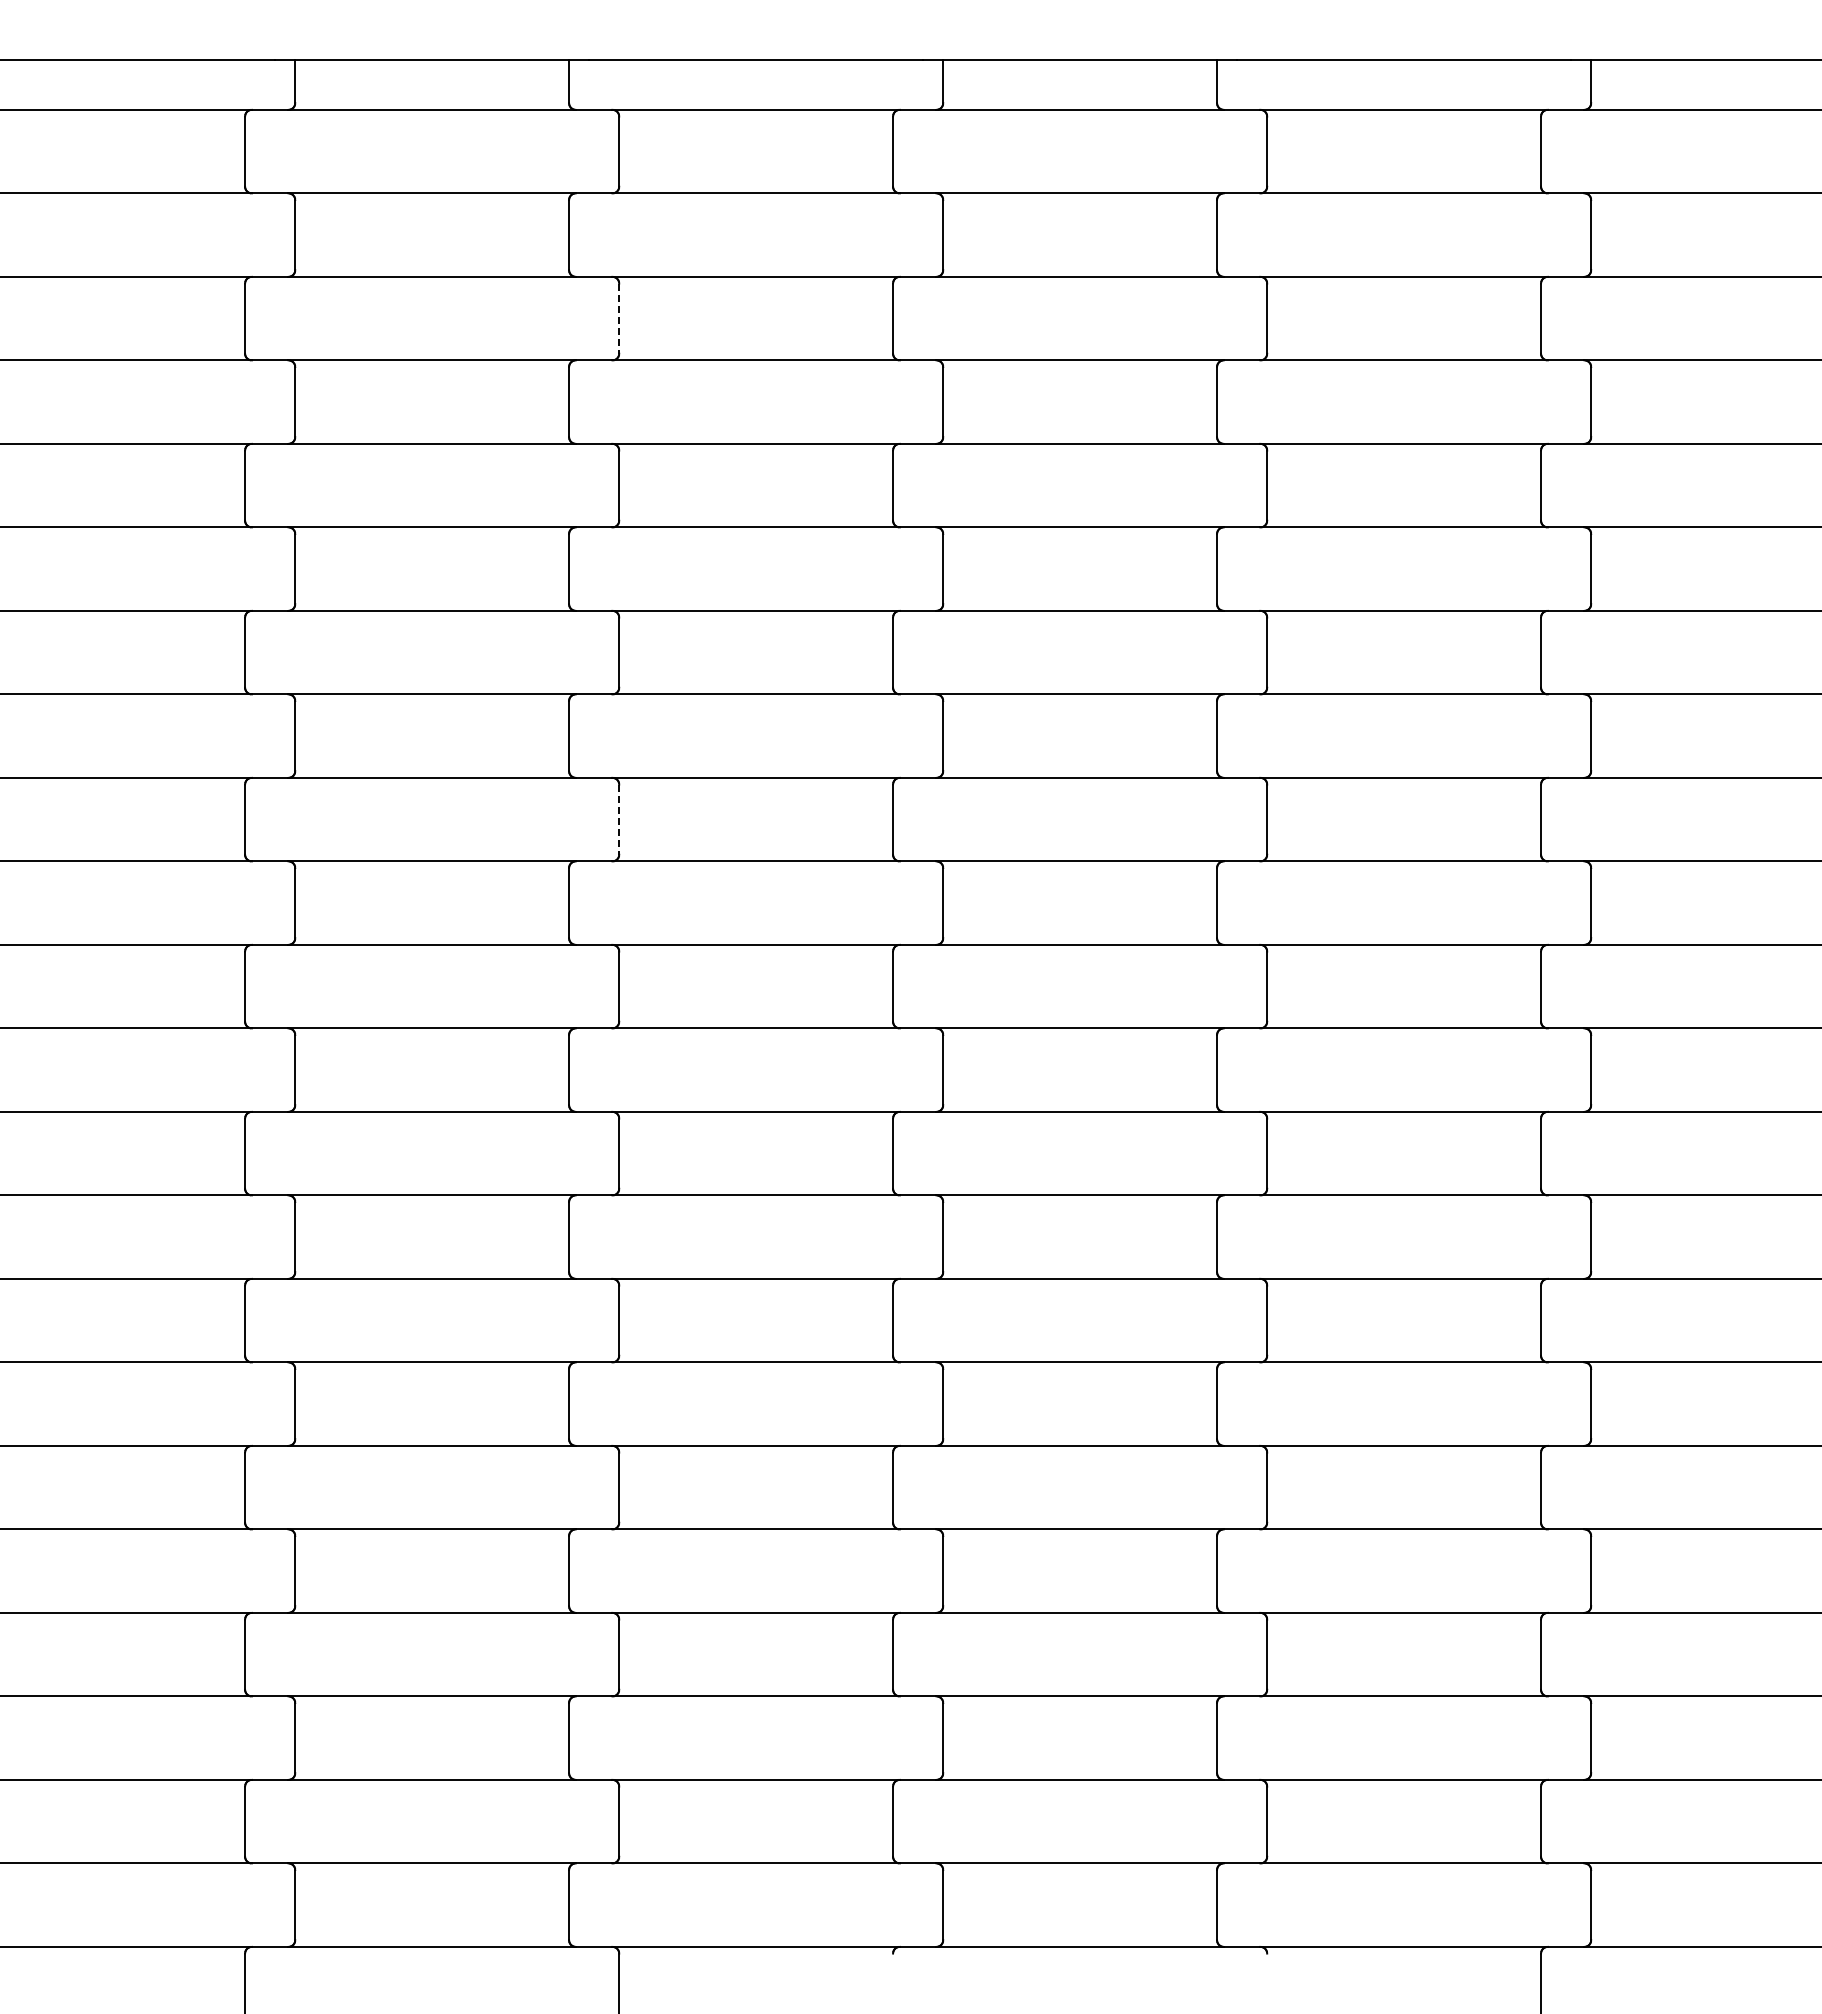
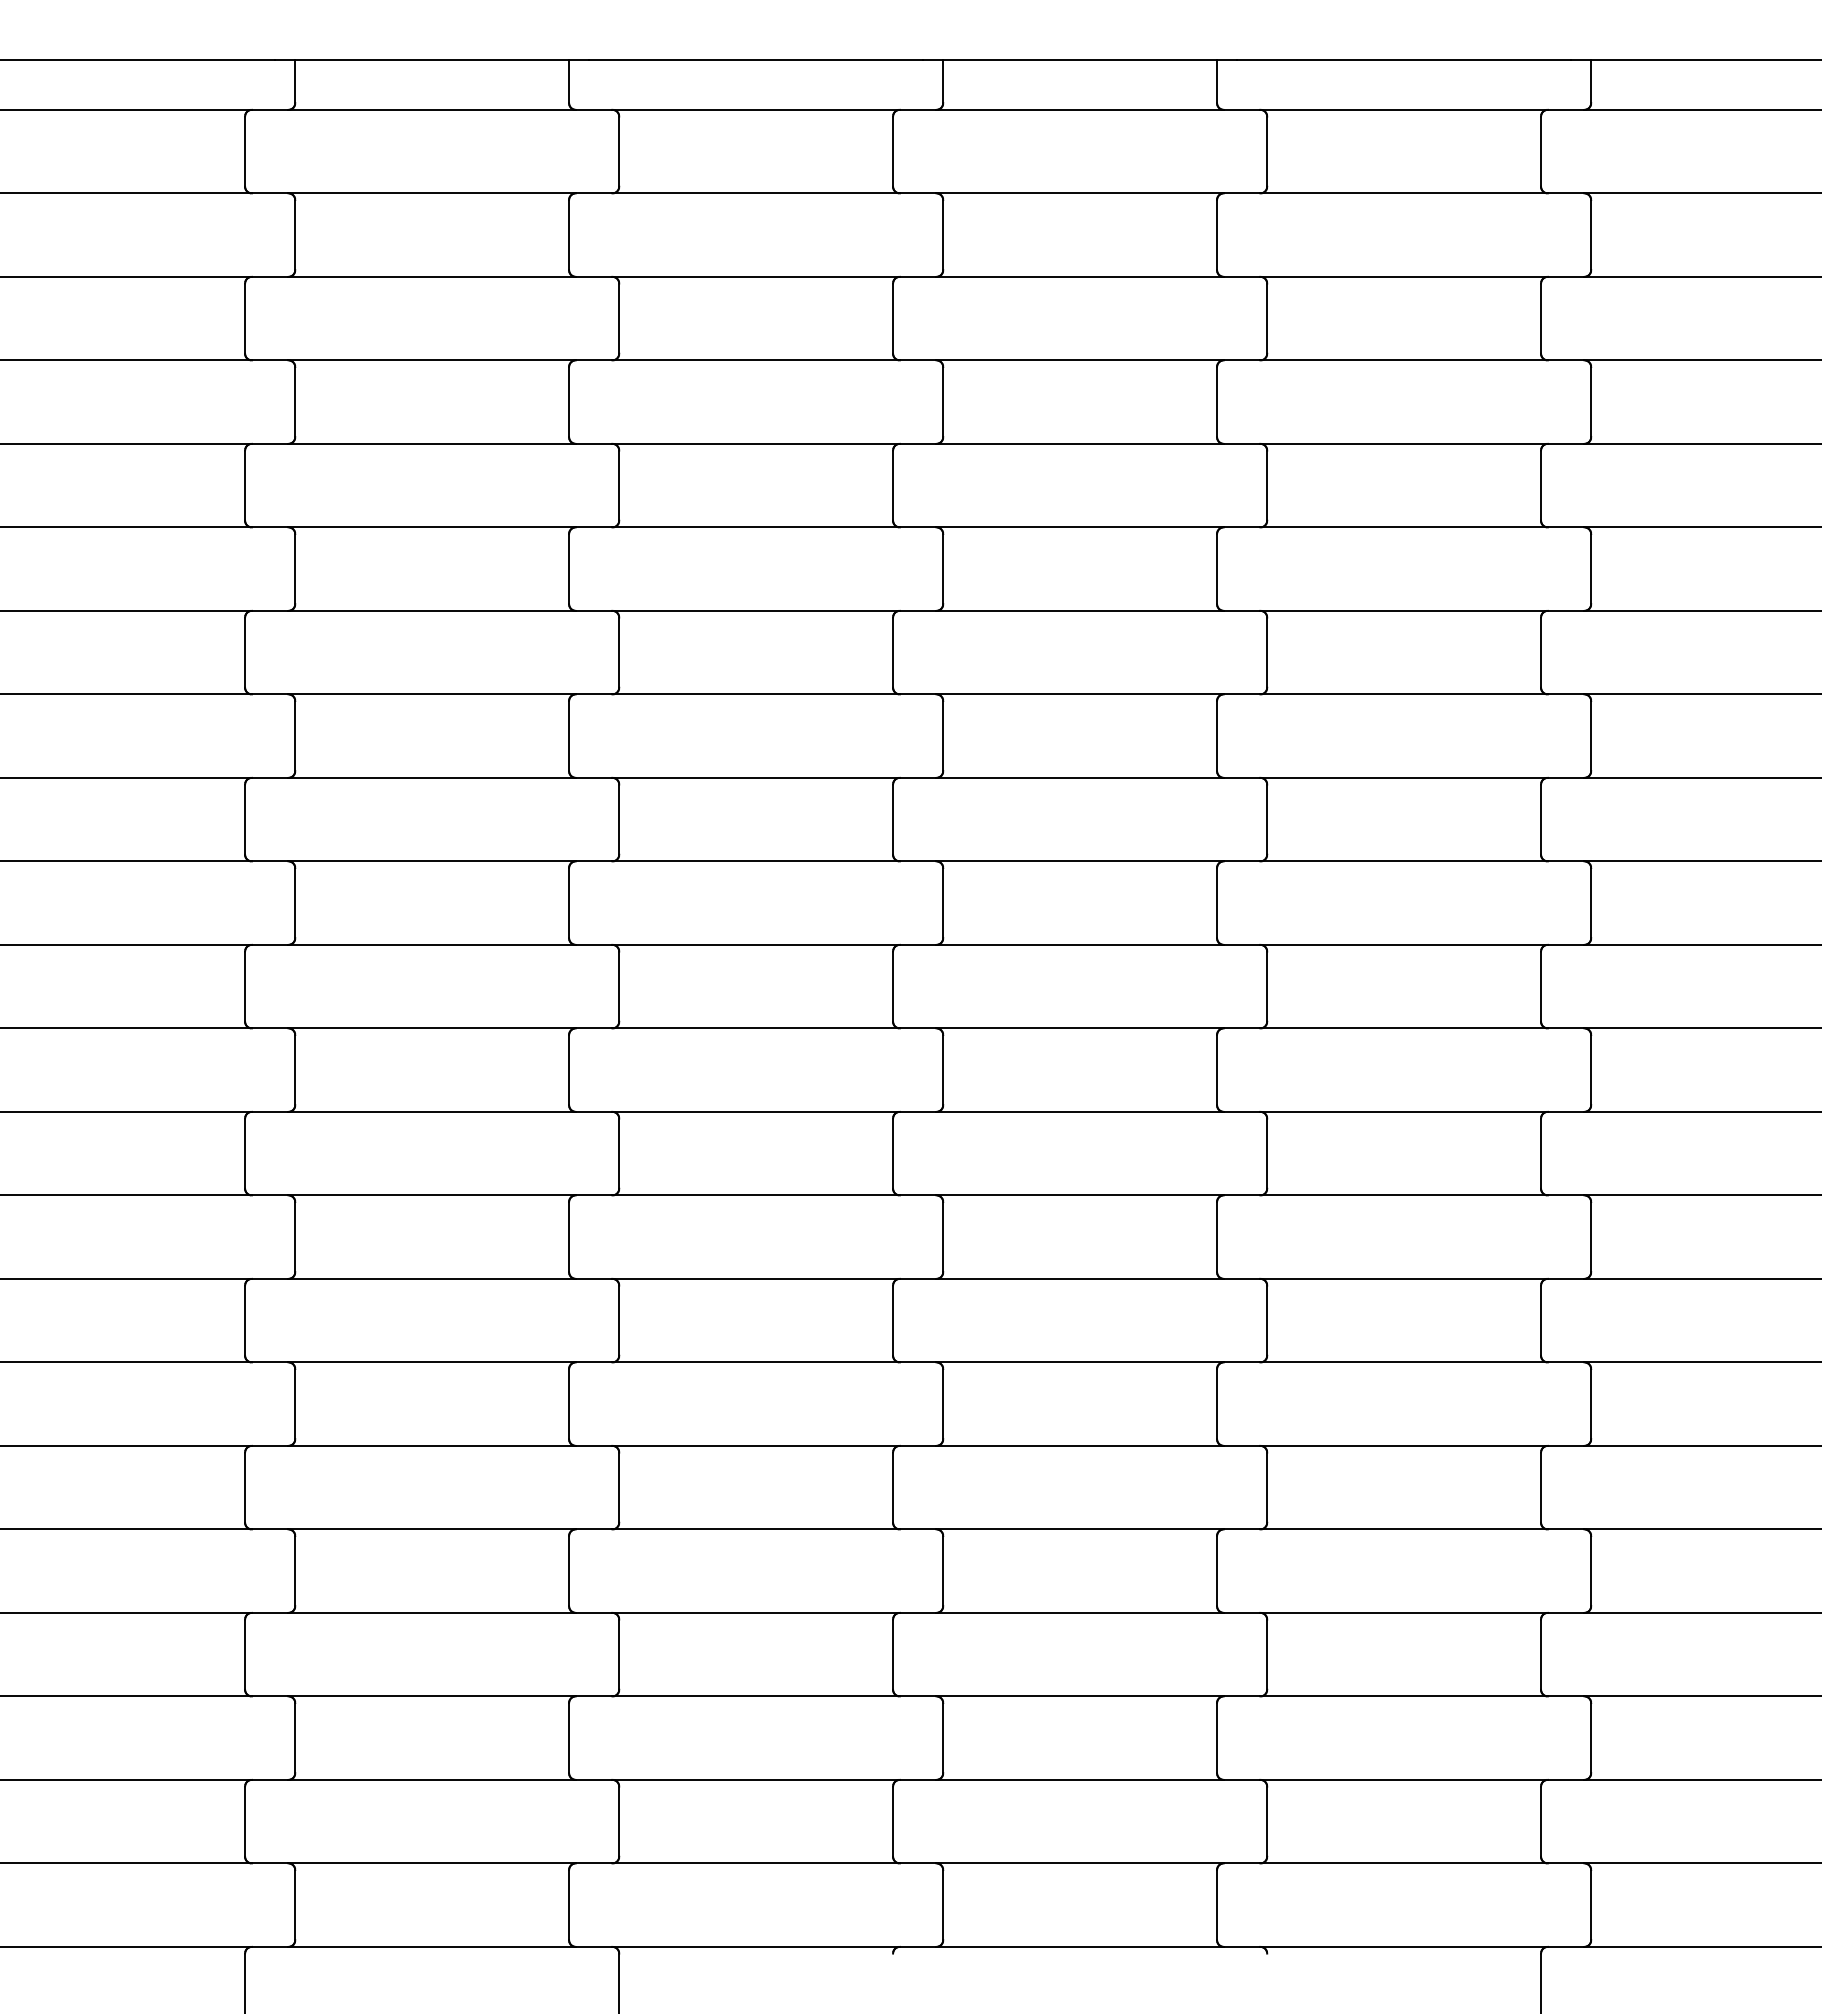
line at (619, 319): dashed -> solid
line at (619, 820): dashed -> solid
